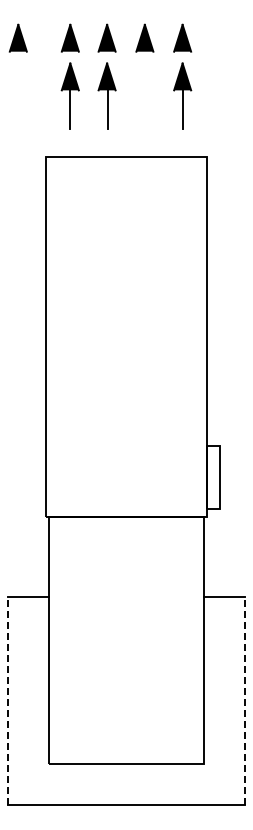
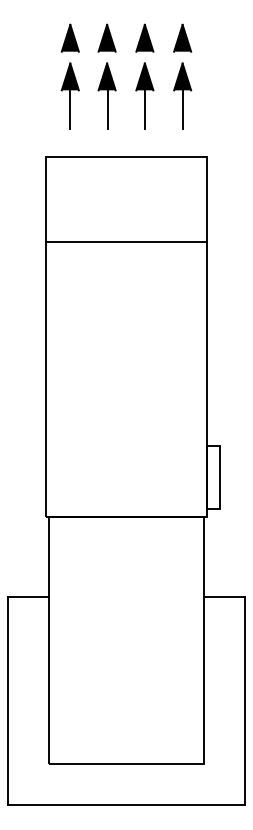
part at (17, 37): present -> none
part at (144, 95): none -> present
line at (126, 242): none -> present
line at (7, 700): dashed -> solid
line at (245, 700): dashed -> solid
